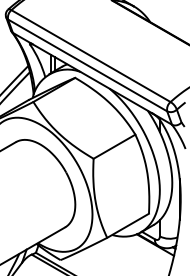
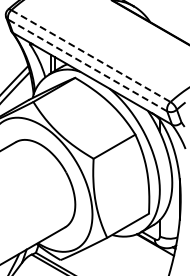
line at (91, 56): solid -> dashed
line at (87, 65): solid -> dashed
